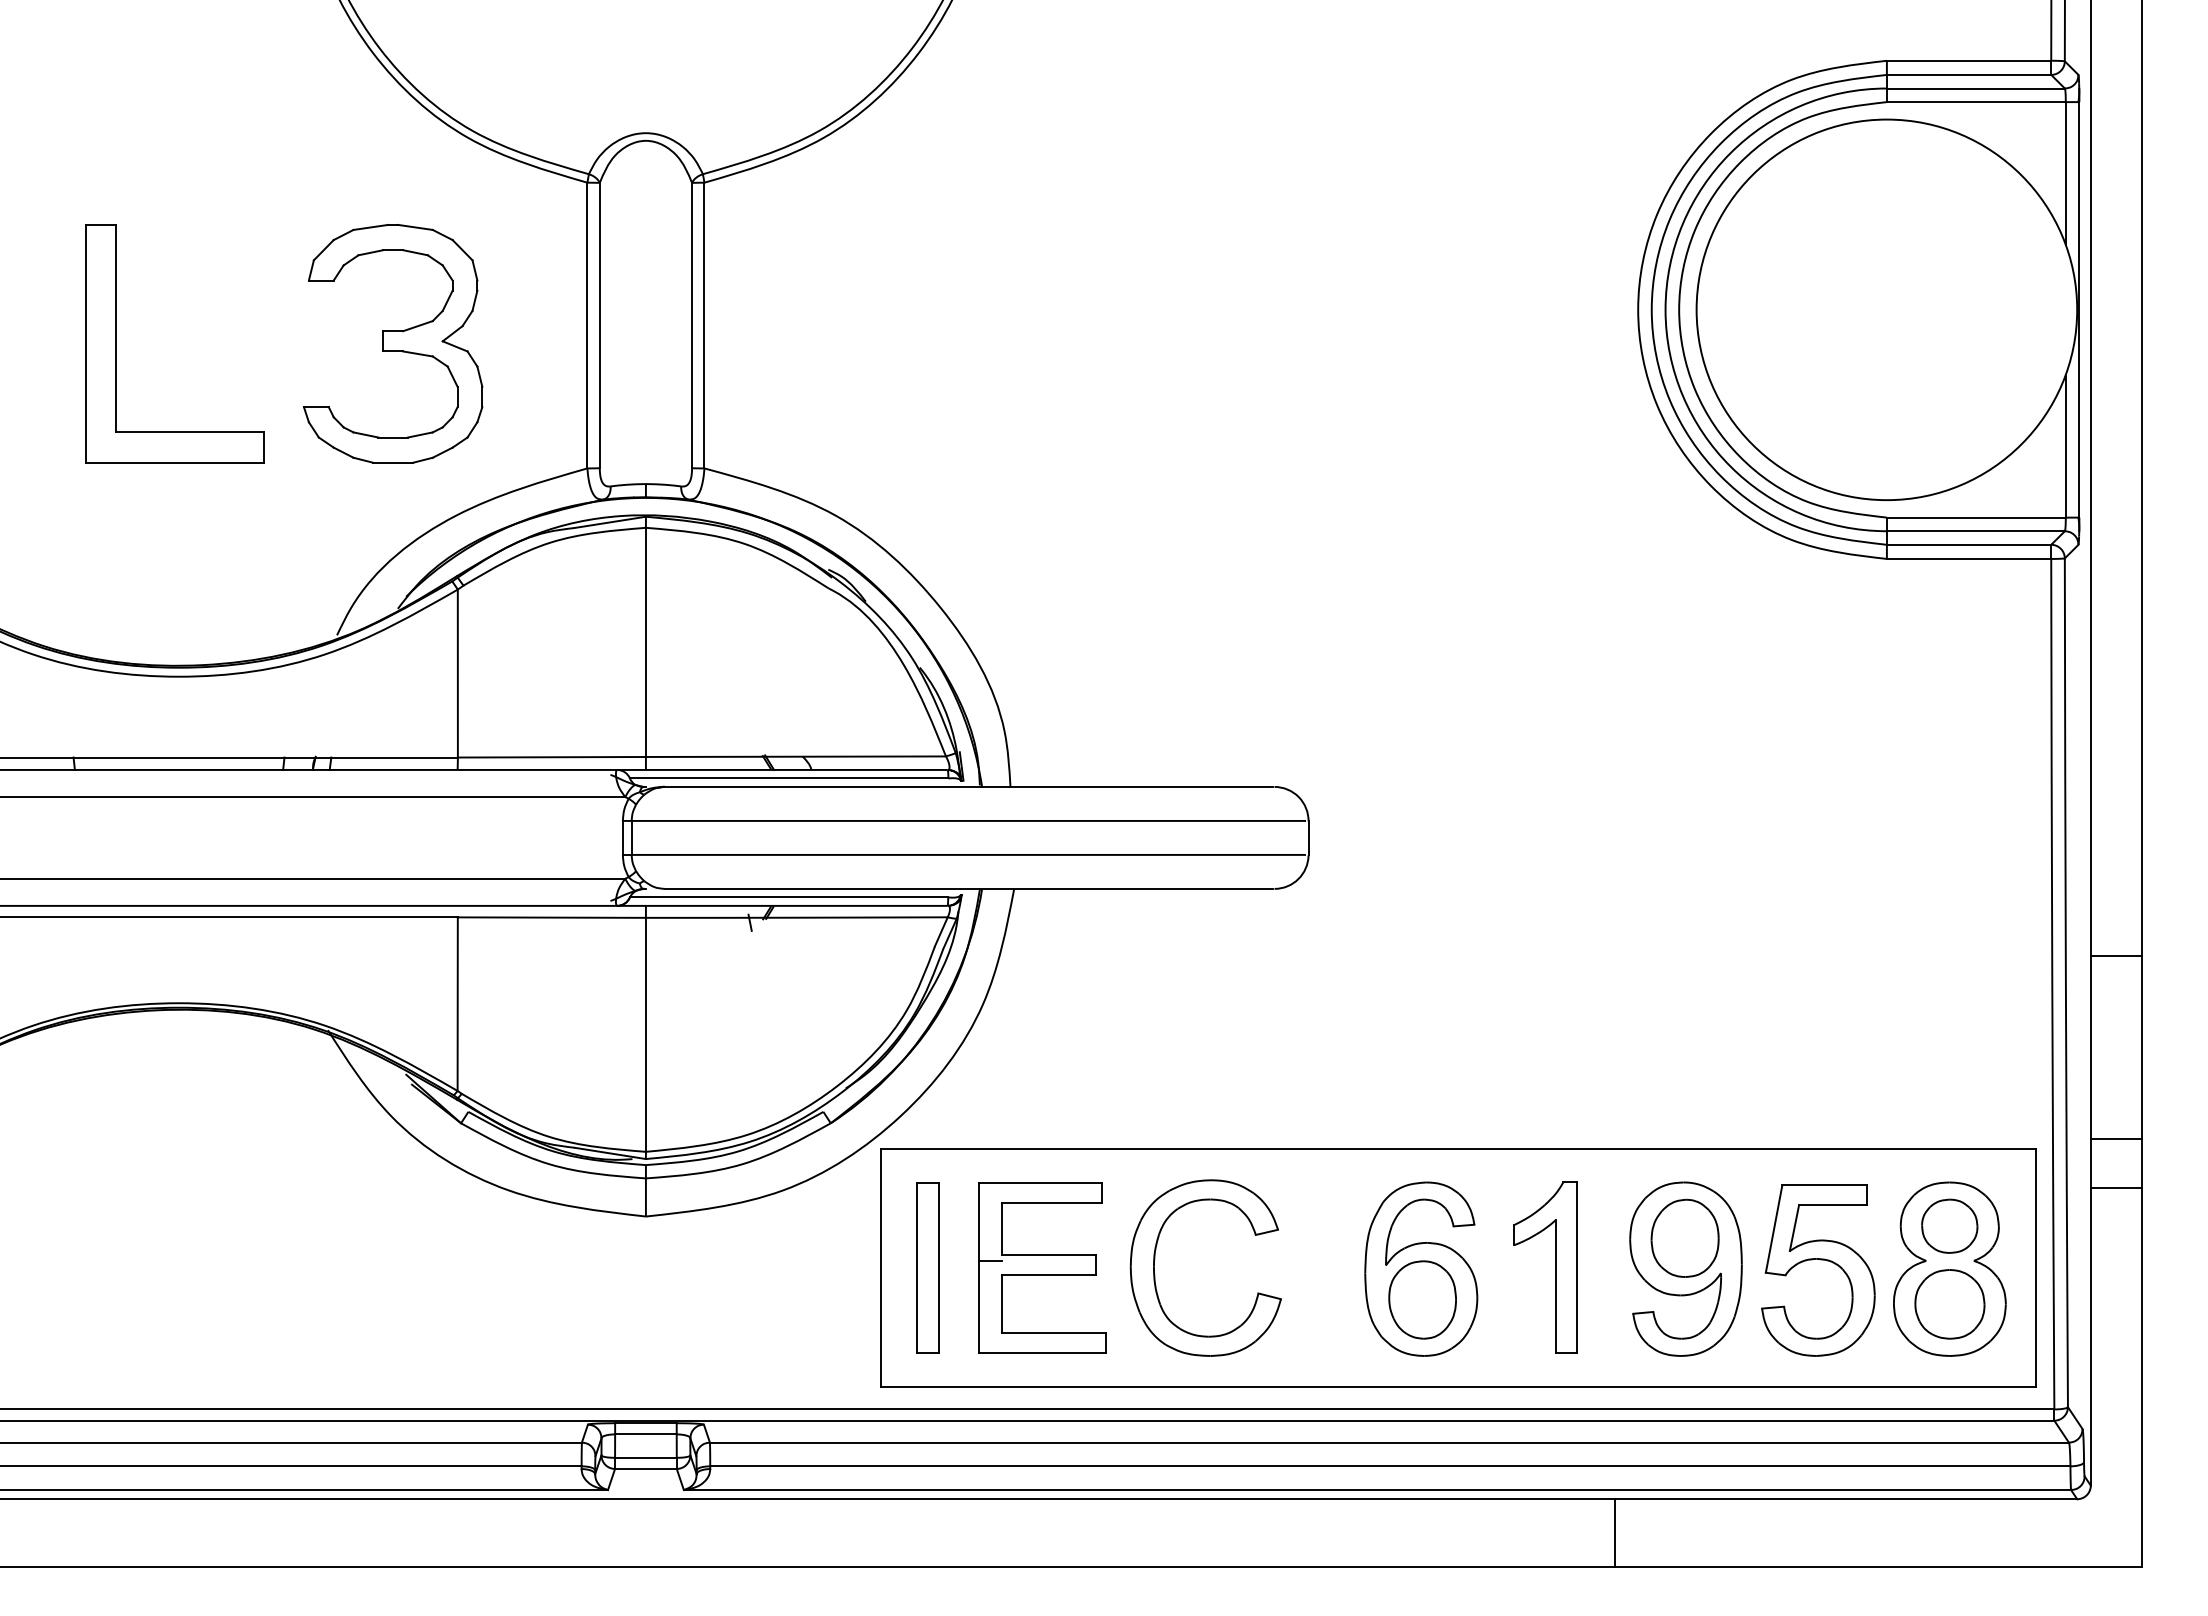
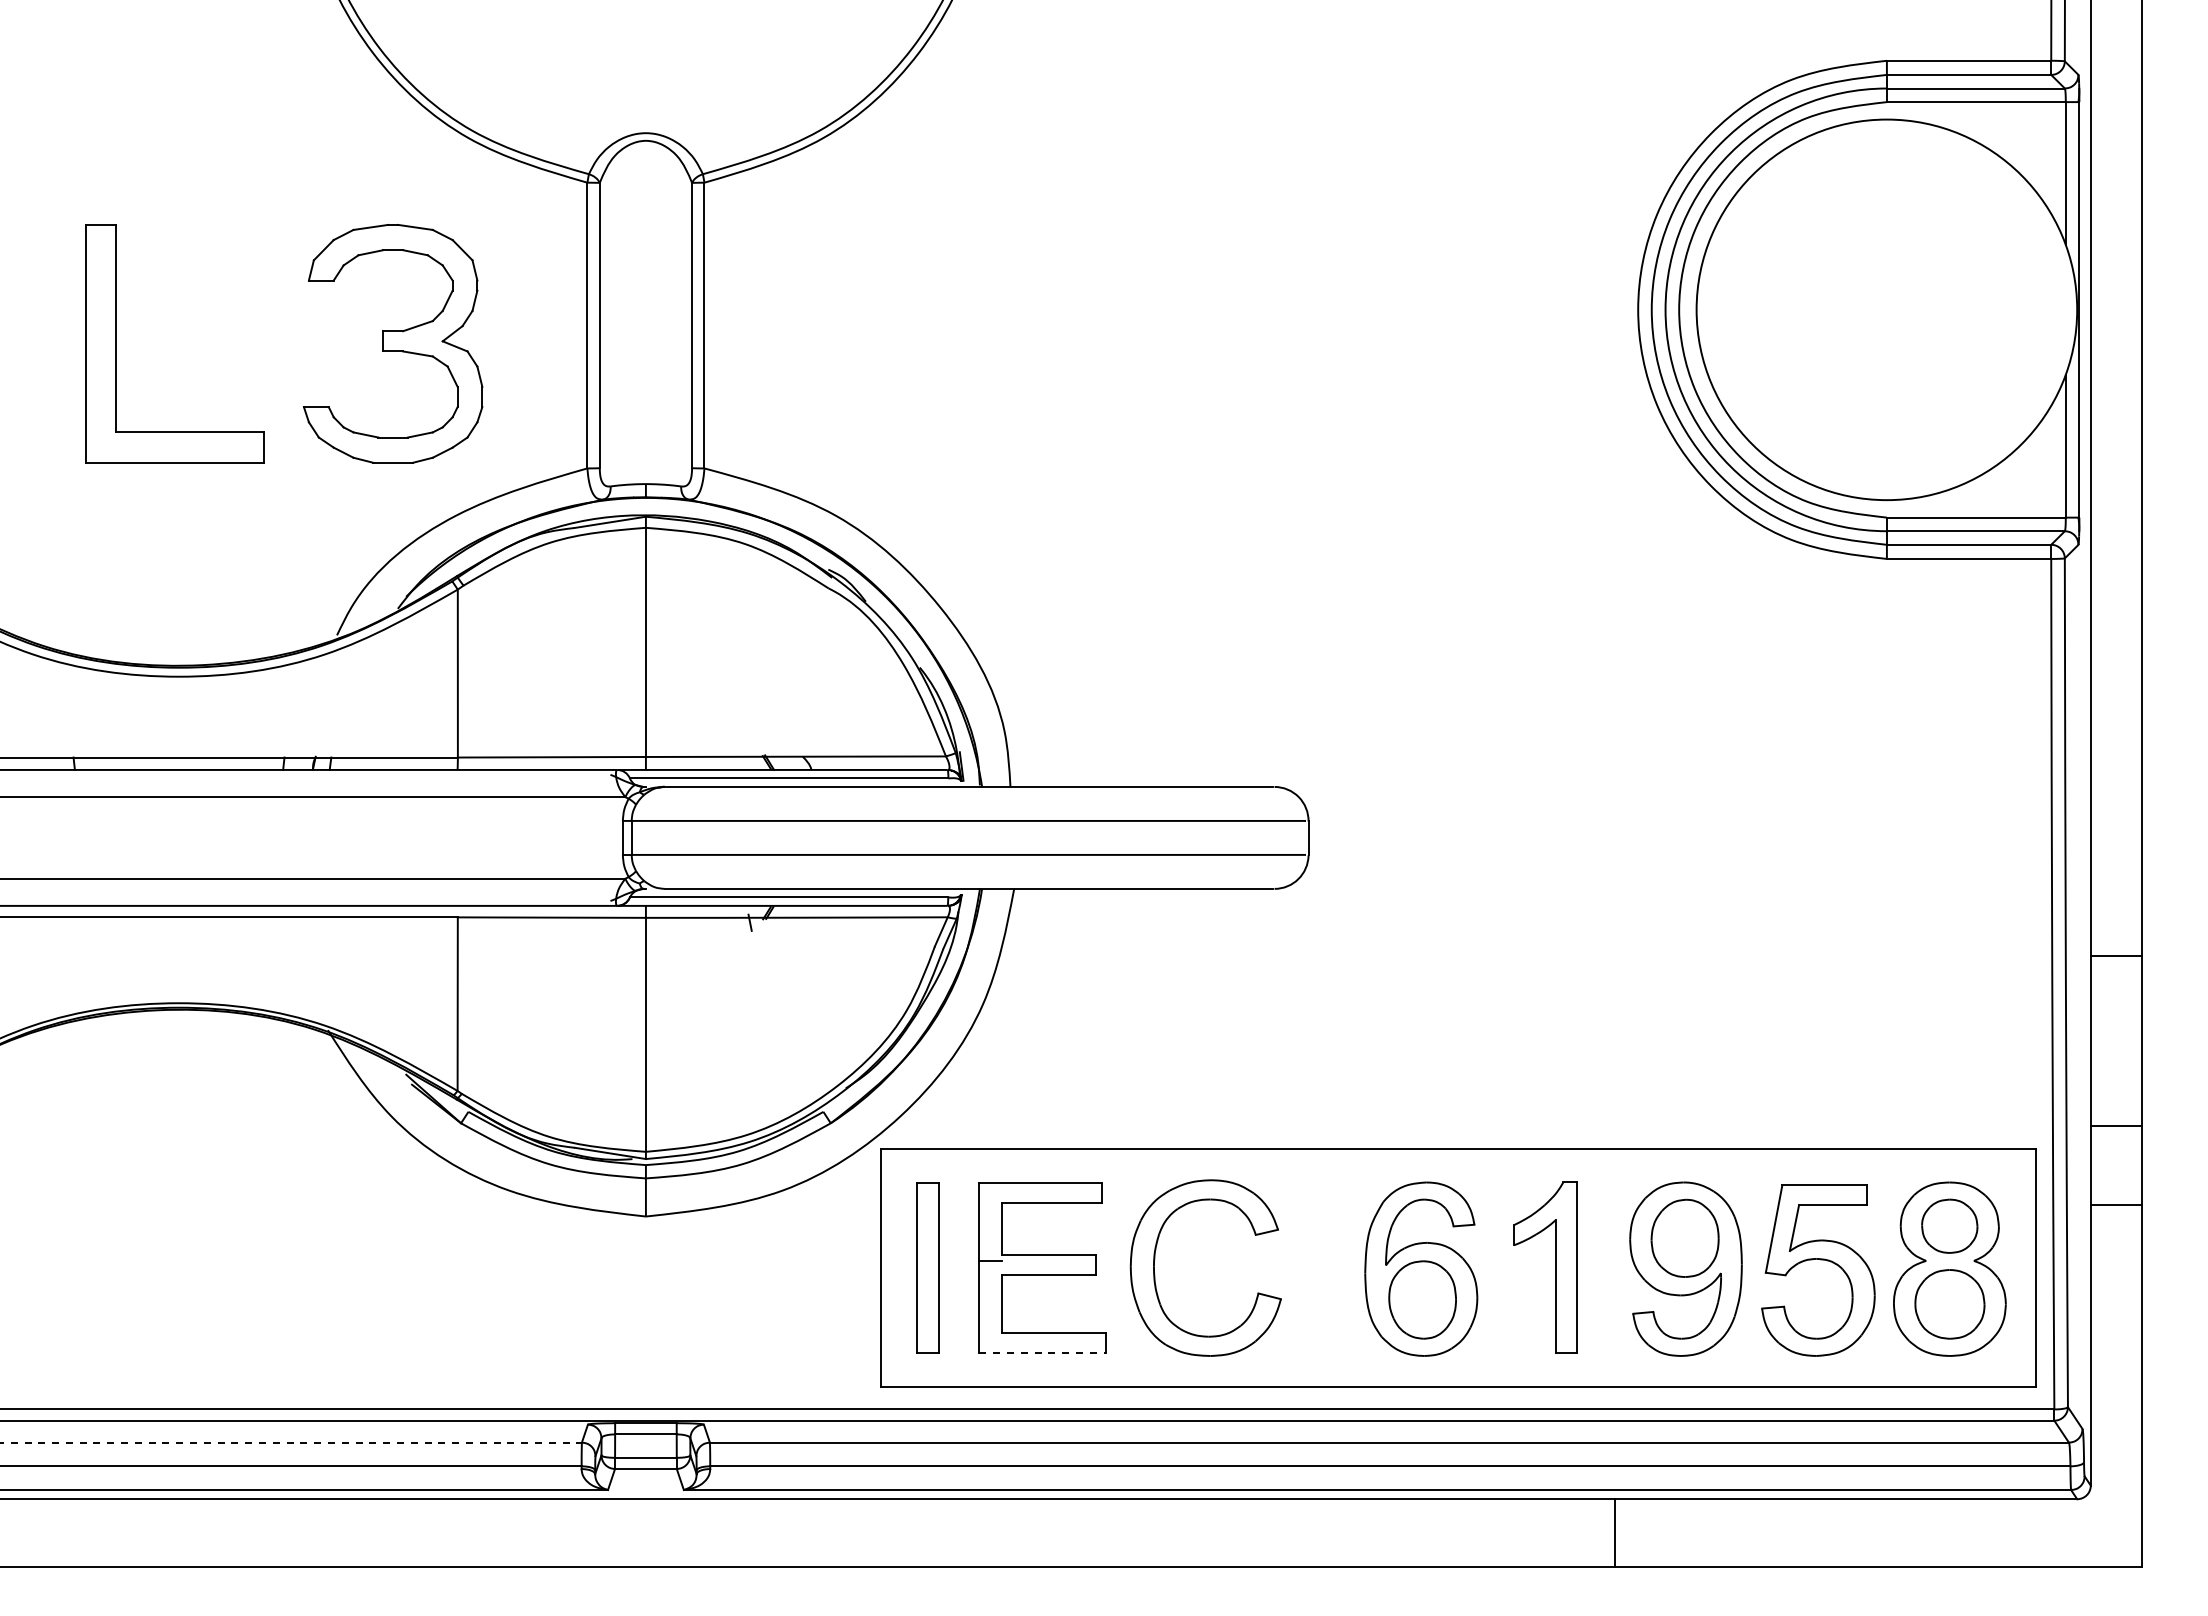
line at (2115, 1139) position: (2115, 1139) -> (2115, 1126)
line at (2115, 1187) position: (2115, 1187) -> (2115, 1204)
line at (1043, 1353): solid -> dashed
line at (291, 1442): solid -> dashed
